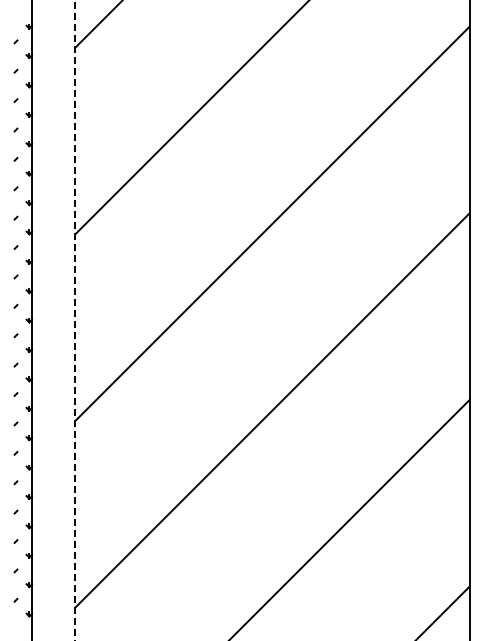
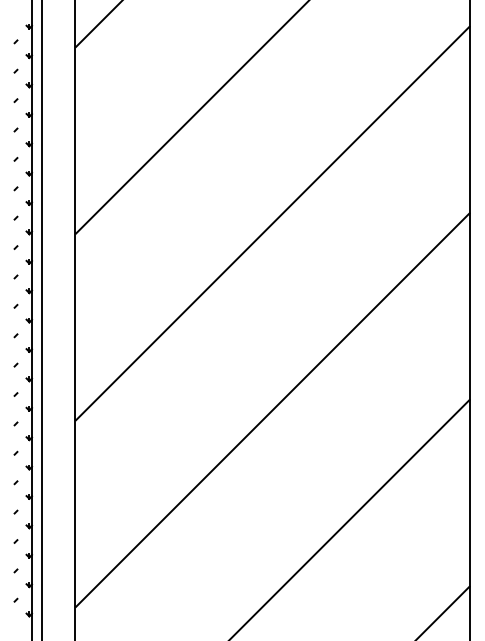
line at (42, 319): none -> present
line at (75, 319): dashed -> solid
